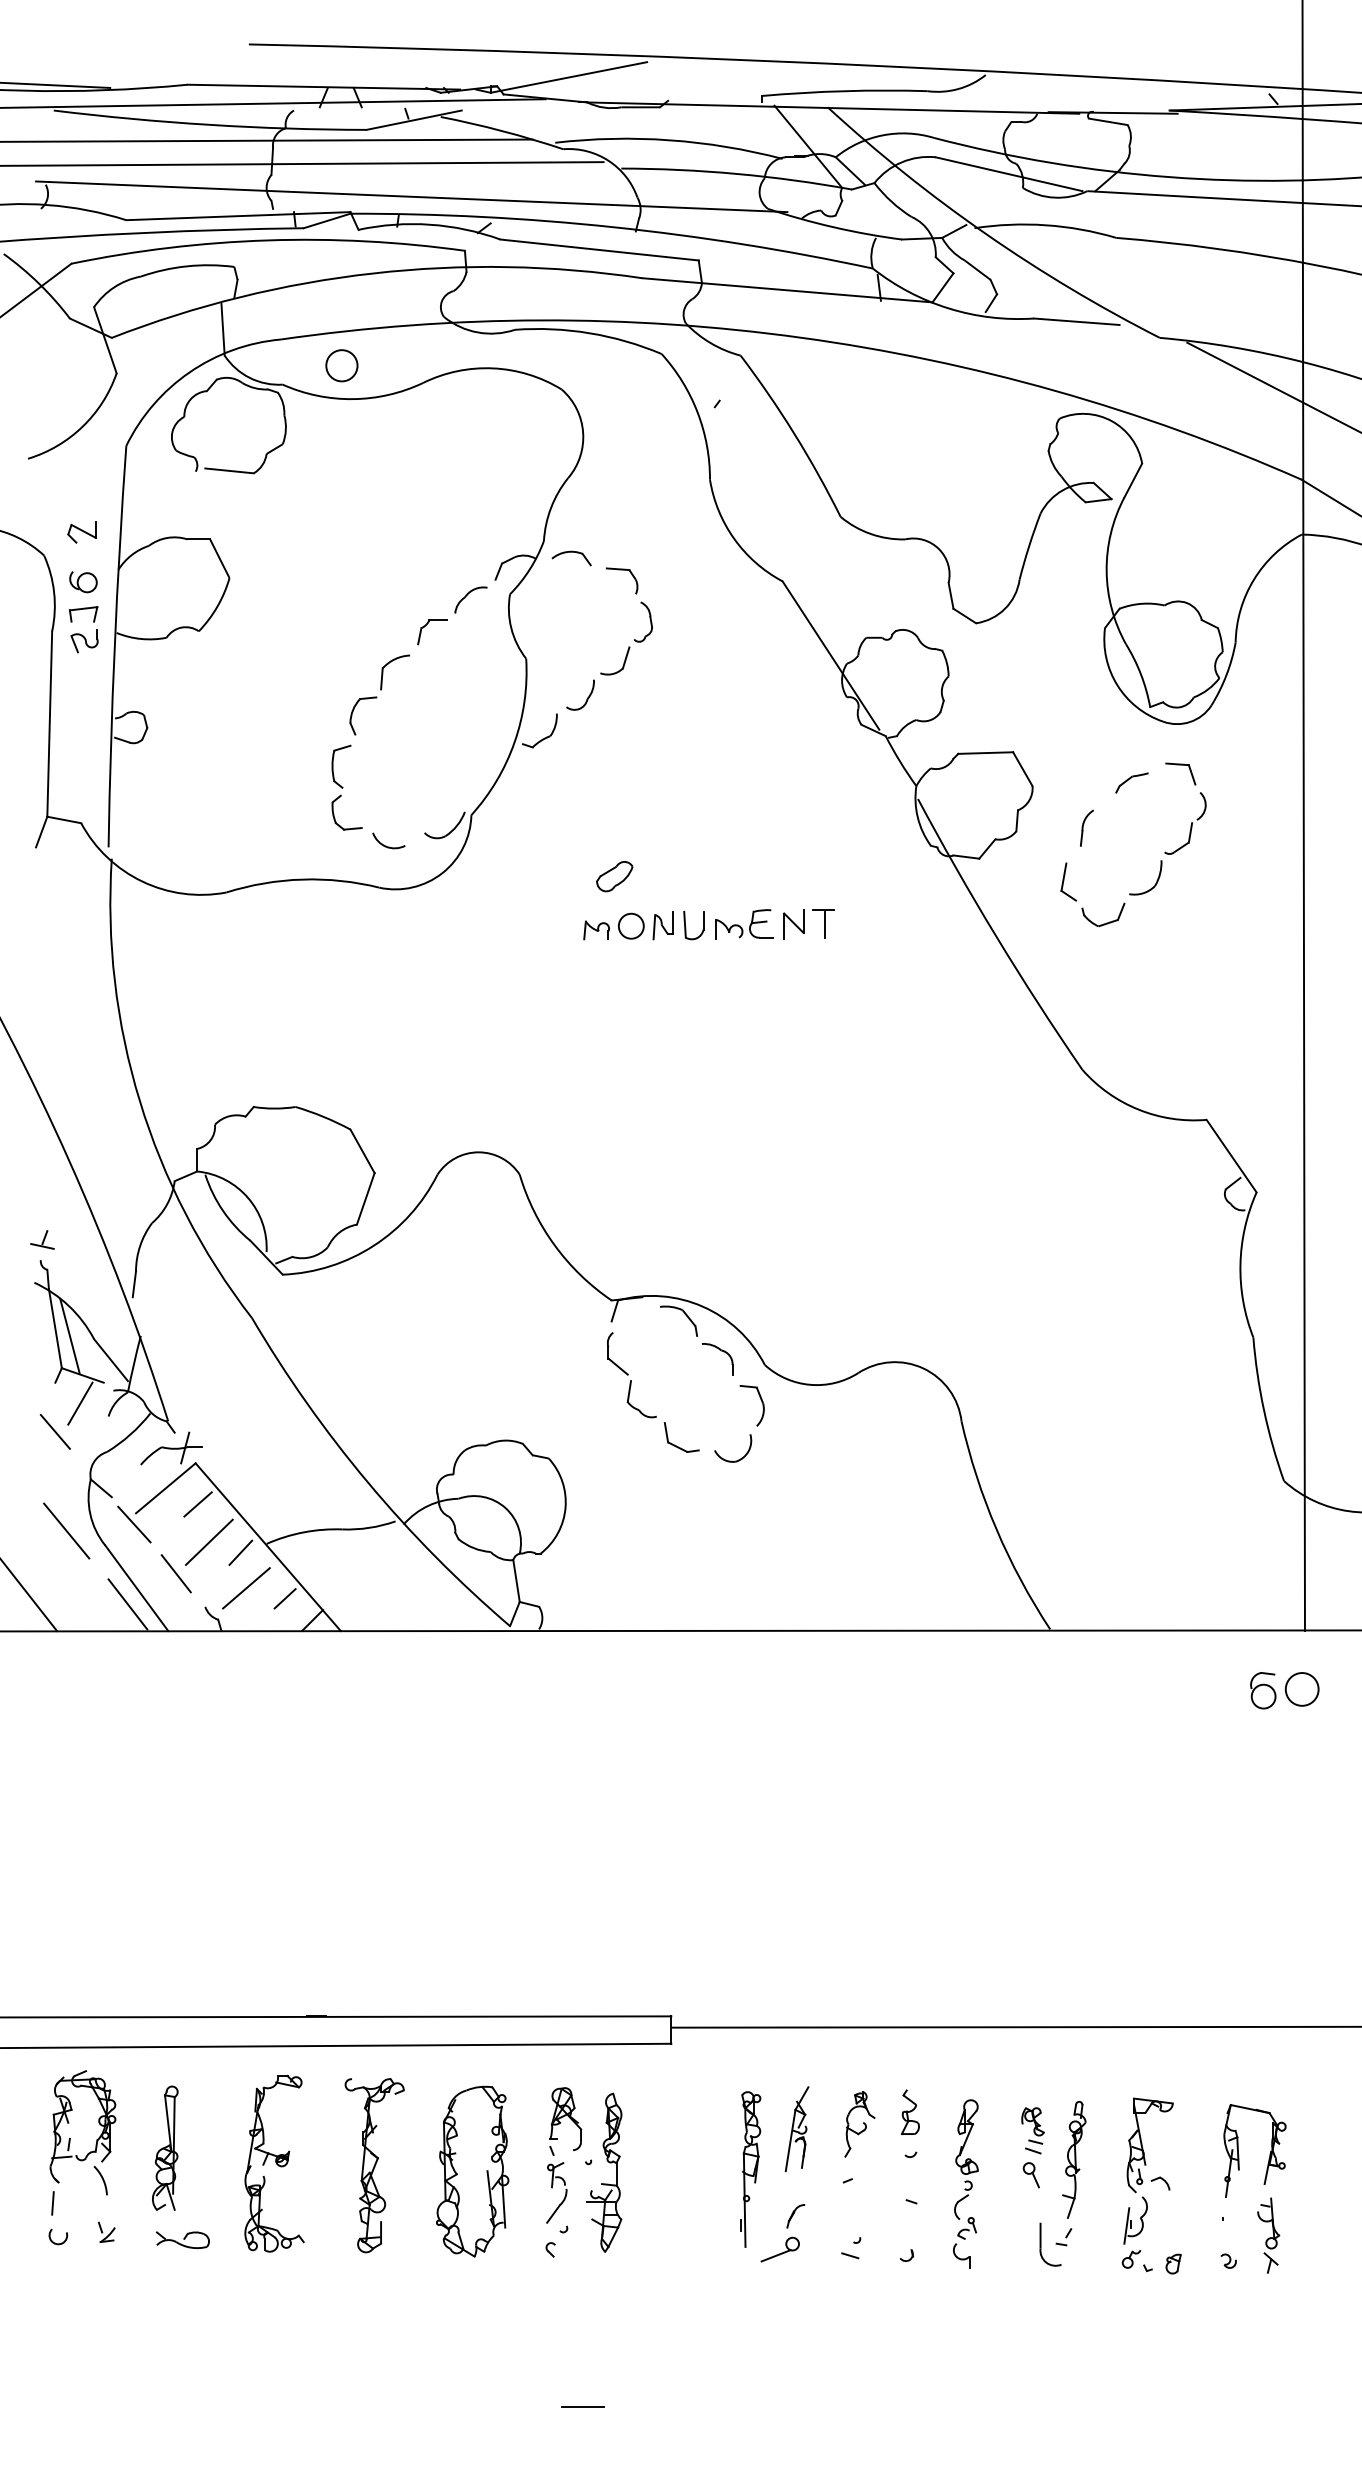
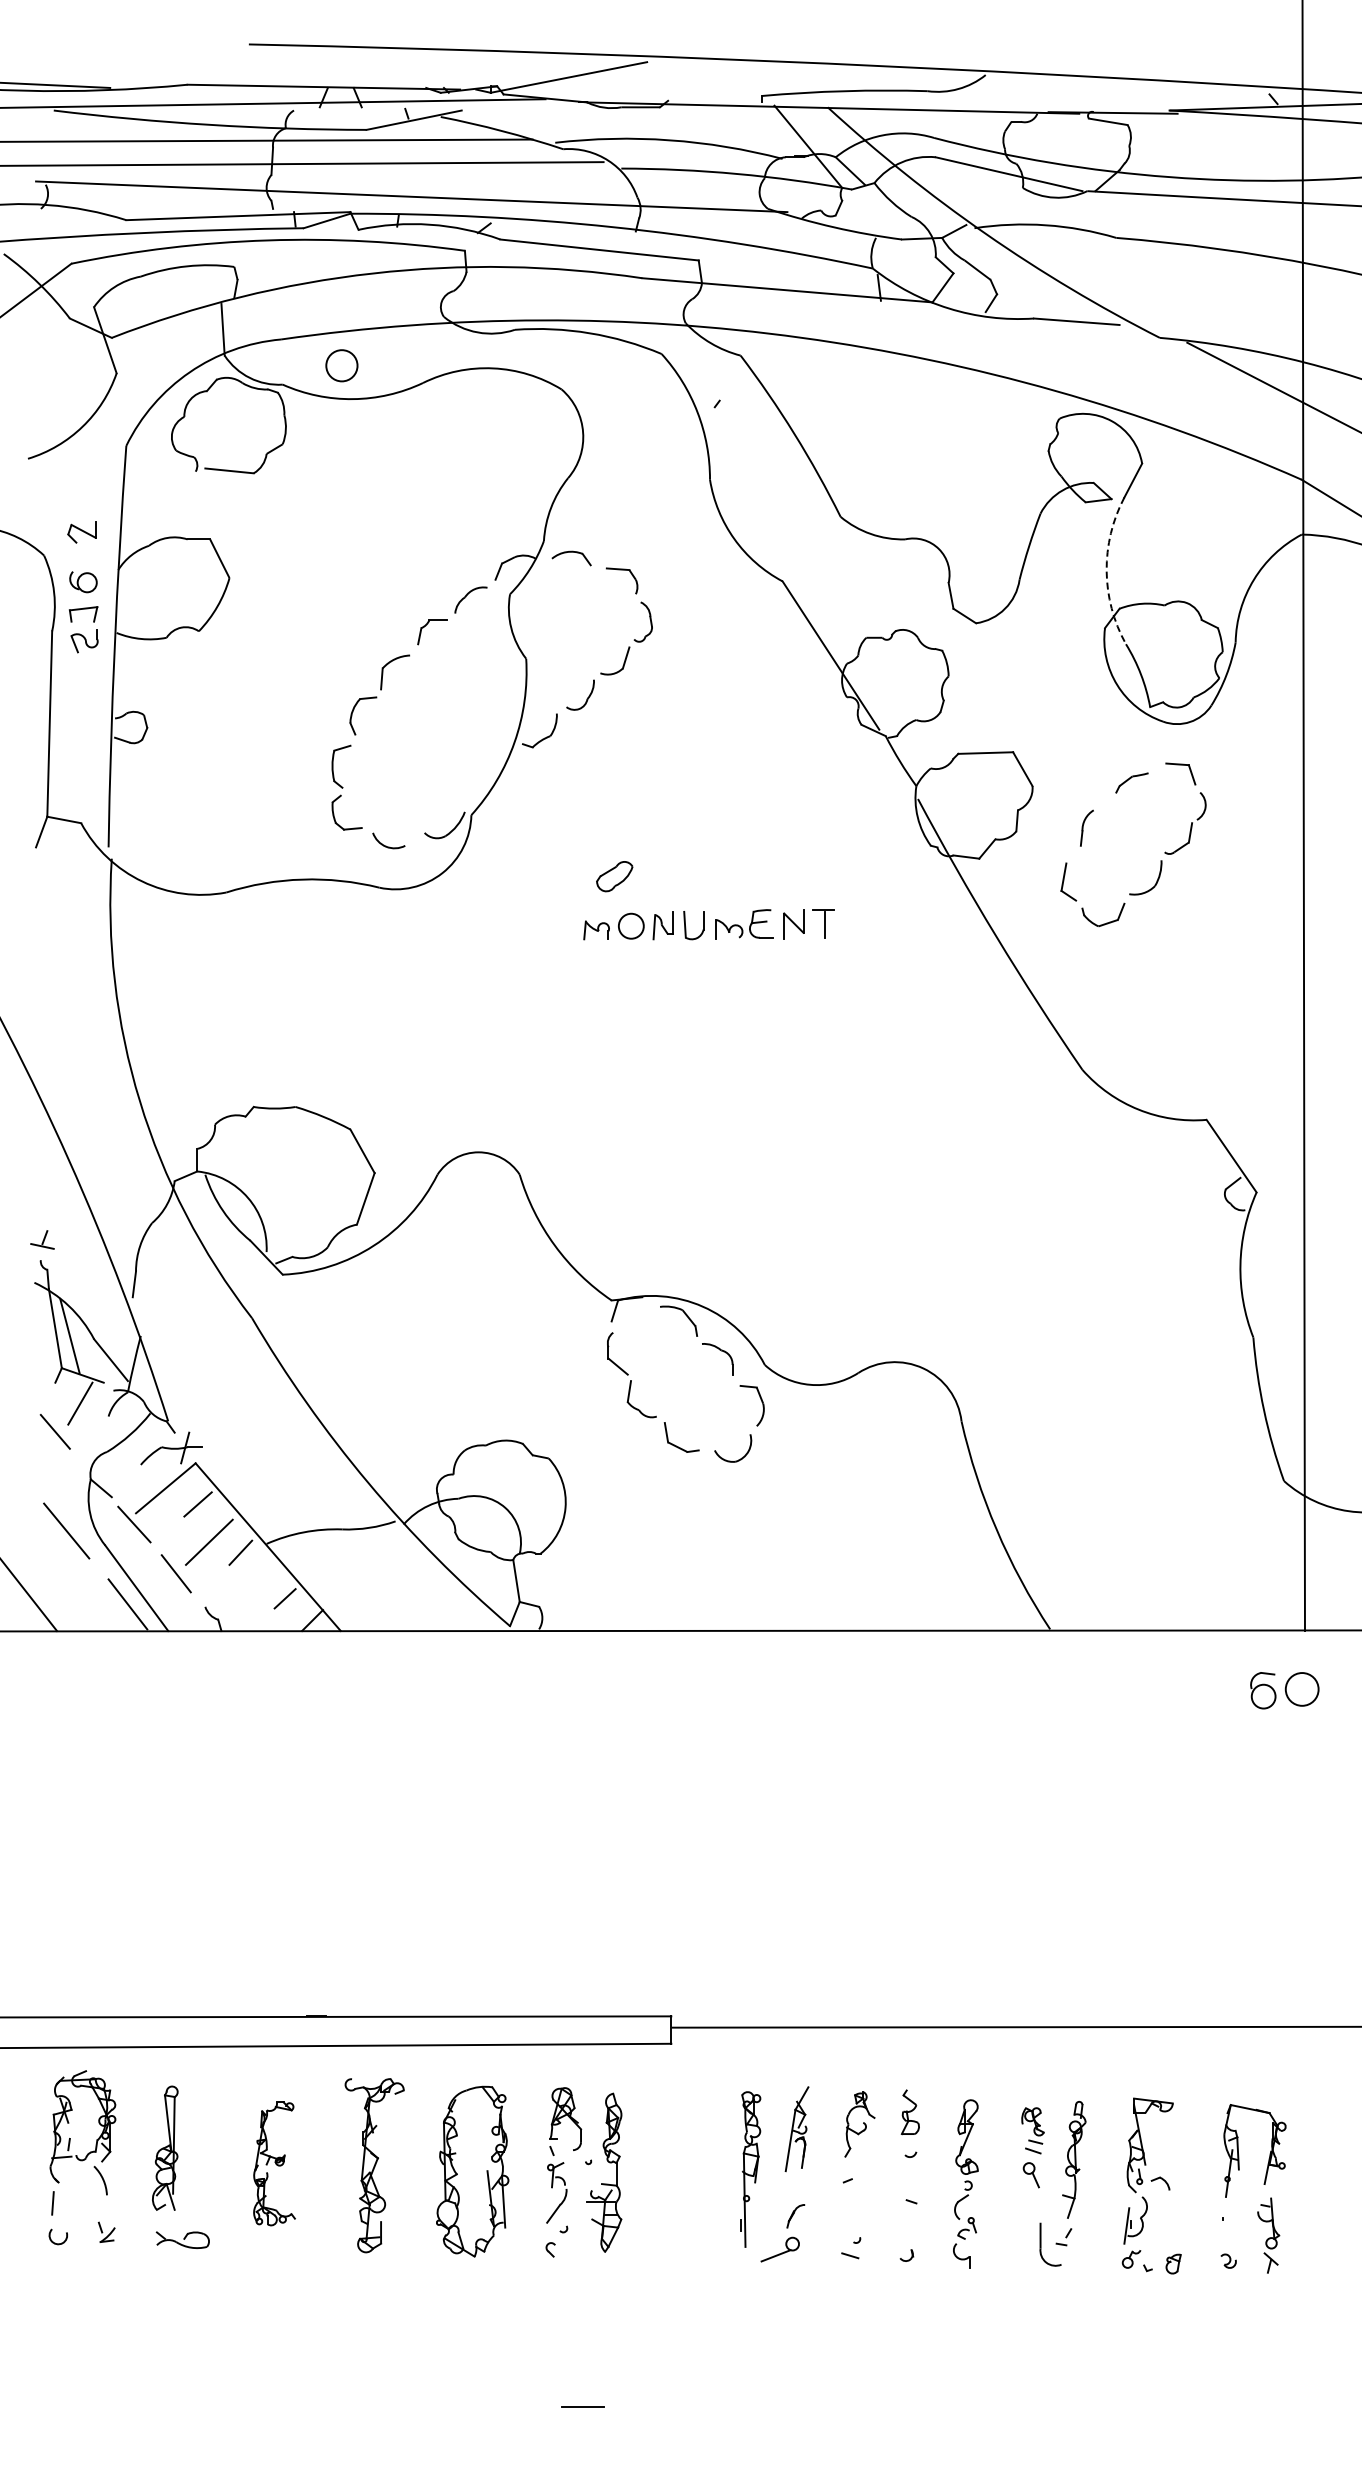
arc at (1106, 571): solid -> dashed
line at (246, 1588): present -> none
part at (274, 2163) size: 61x178 px -> 43x126 px
